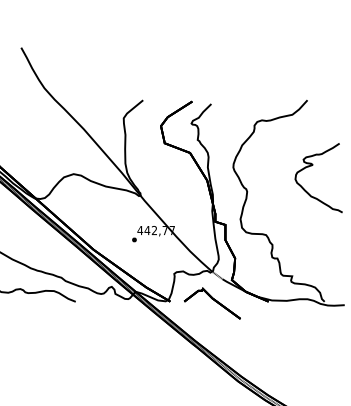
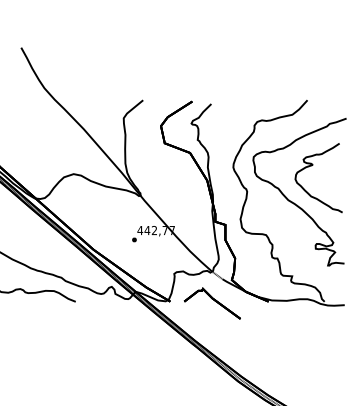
part at (294, 202): none -> present
